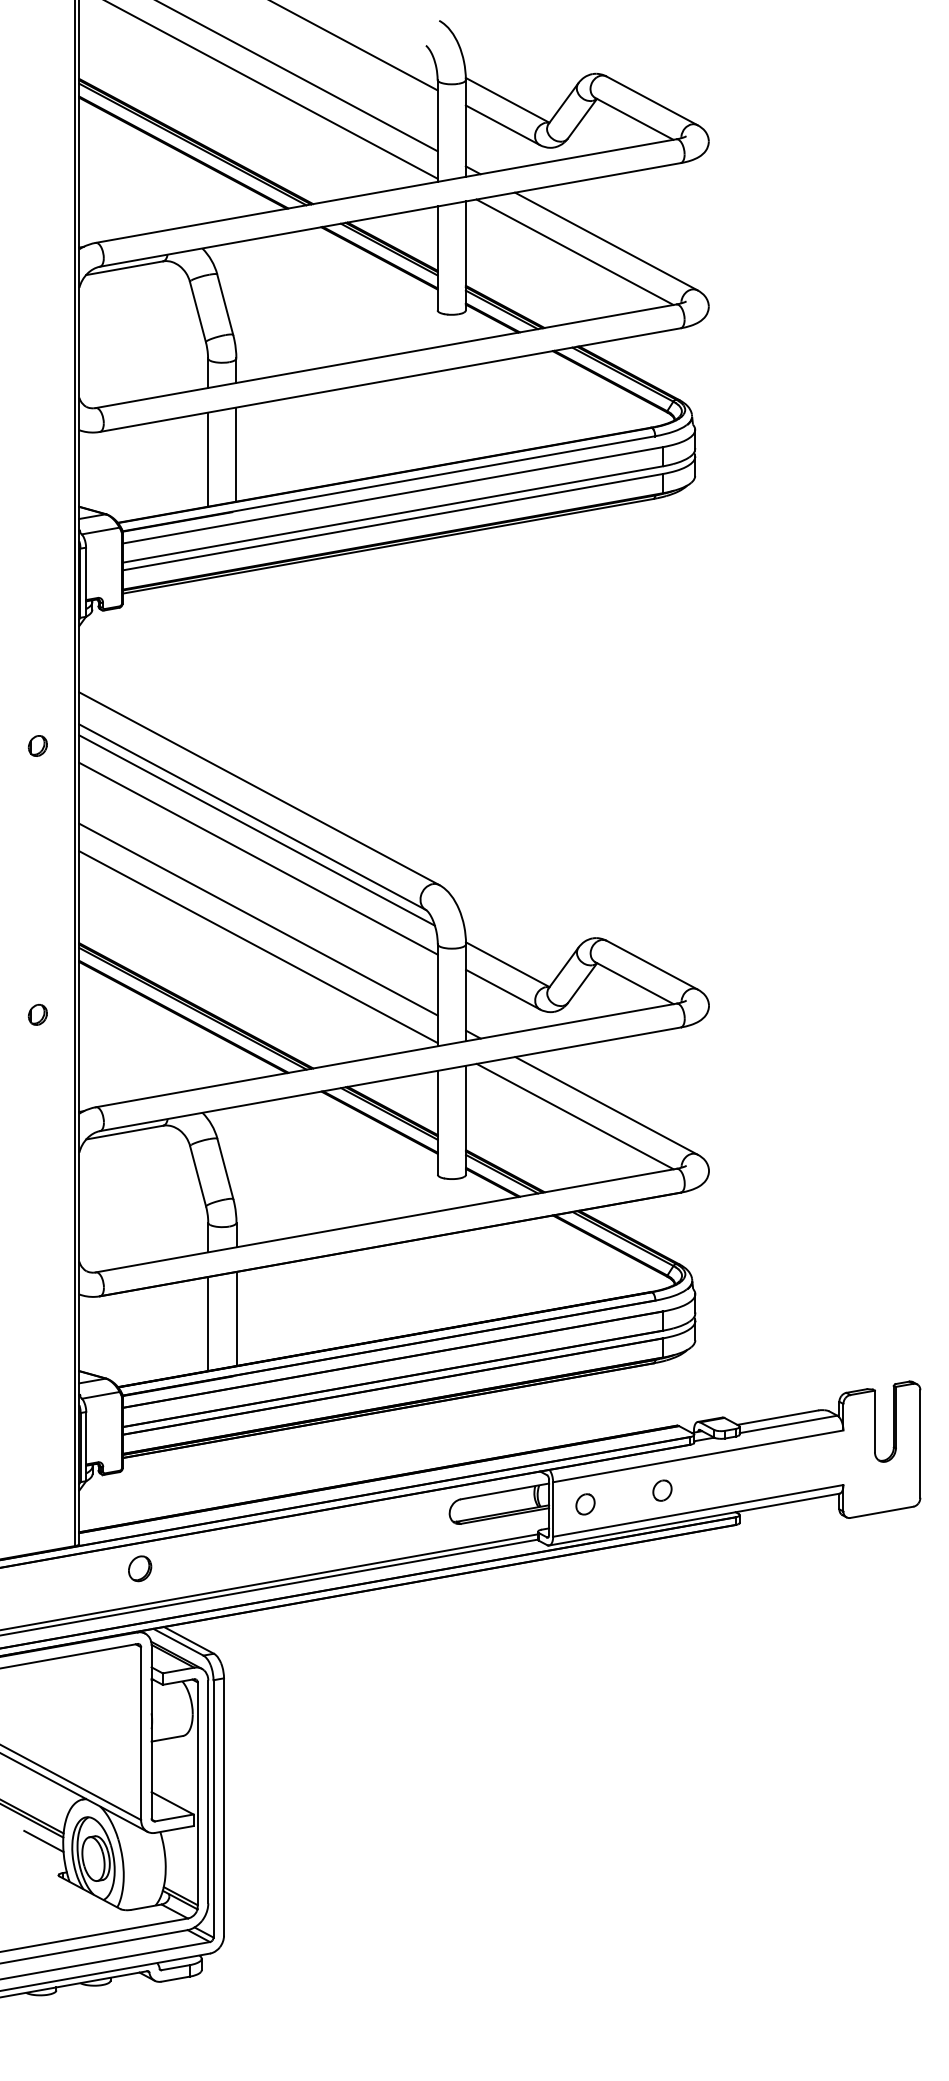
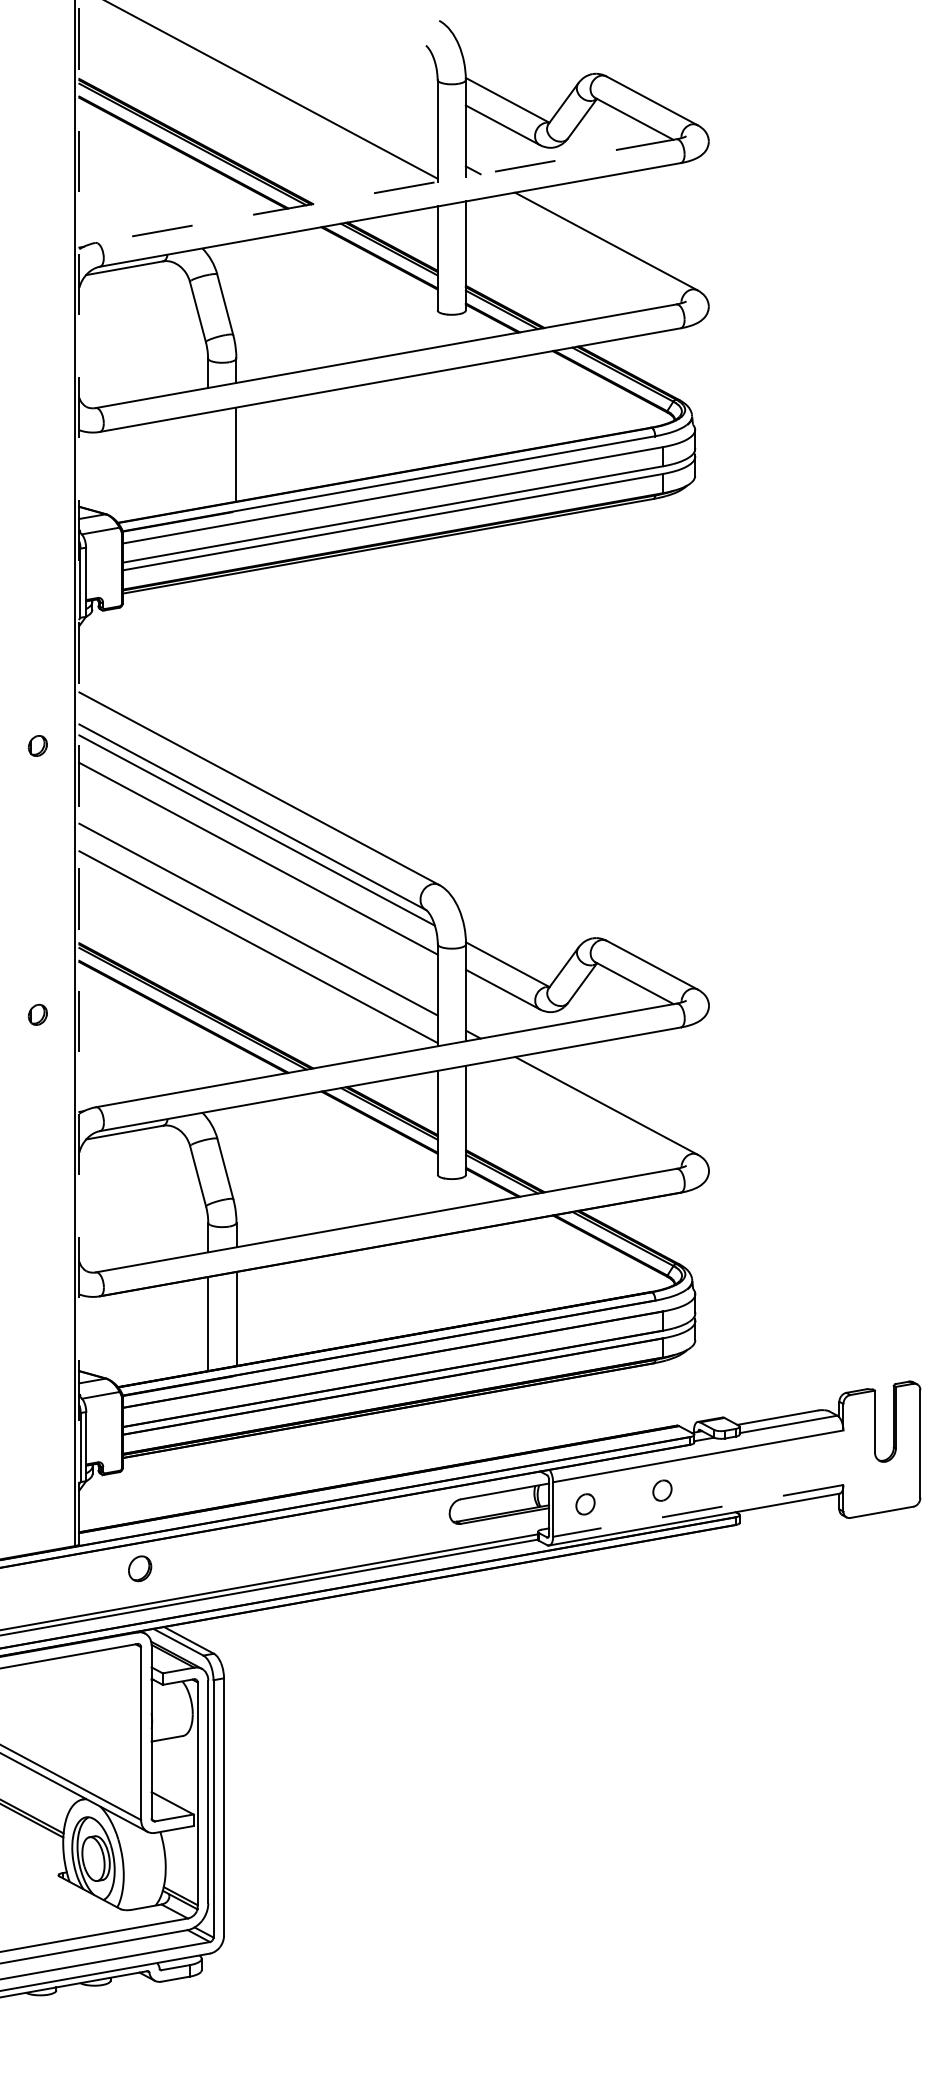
line at (354, 46): present -> none
line at (297, 76): present -> none
line at (386, 191): solid -> dashed
line at (574, 251): present -> none
line at (208, 459): present -> none
line at (79, 772): solid -> dashed
line at (574, 1116): present -> none
line at (697, 1511): solid -> dashed
line at (43, 1840): present -> none
